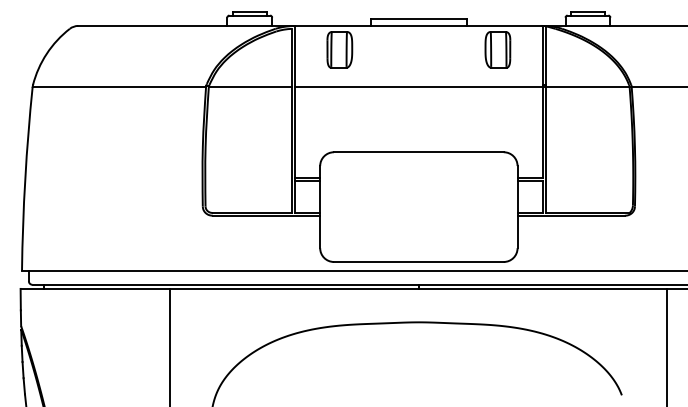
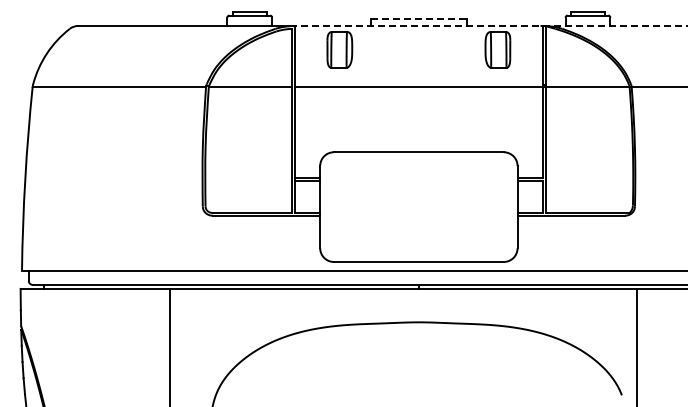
line at (419, 19): solid -> dashed
line at (490, 25): solid -> dashed
line at (667, 345) position: (667, 345) -> (637, 345)
